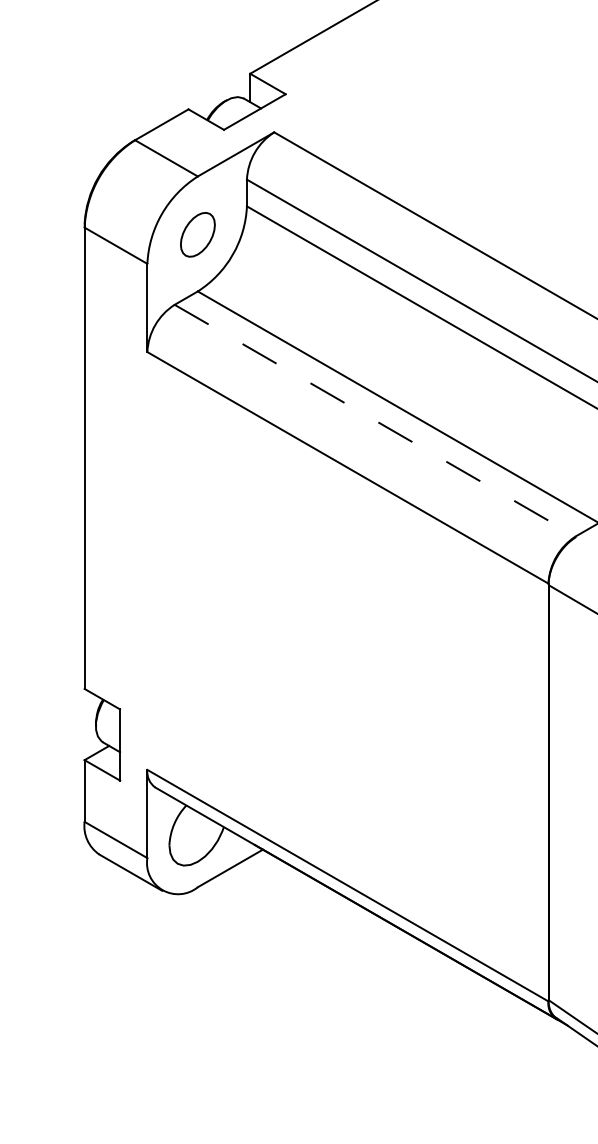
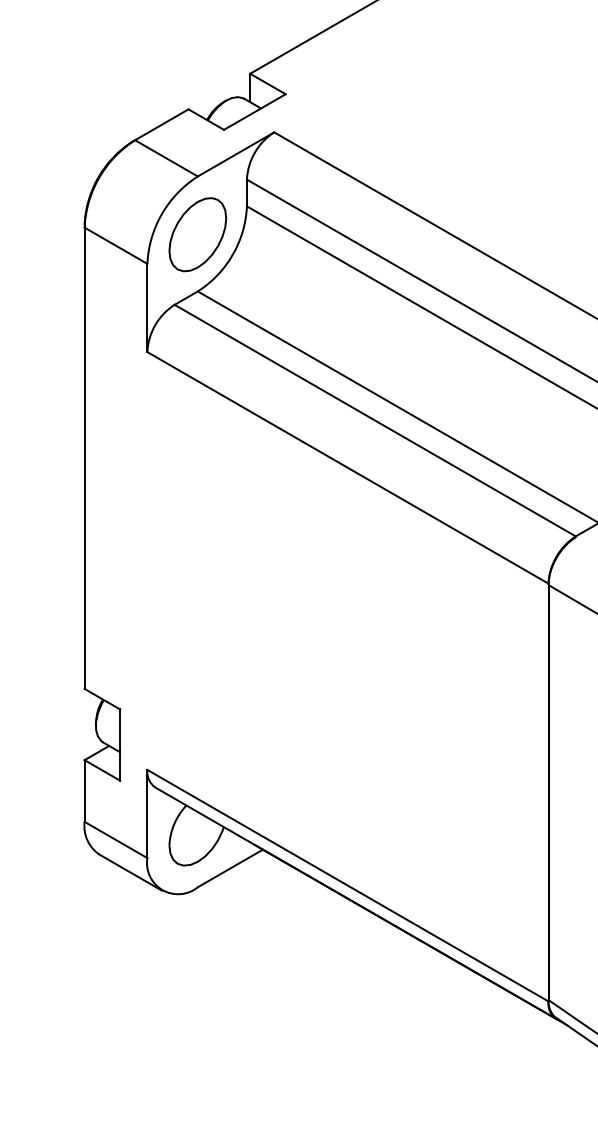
part at (197, 234) size: 36x46 px -> 60x76 px
line at (375, 420): dashed -> solid
